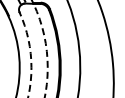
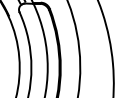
arc at (46, 50): dashed -> solid
arc at (30, 54): dashed -> solid
